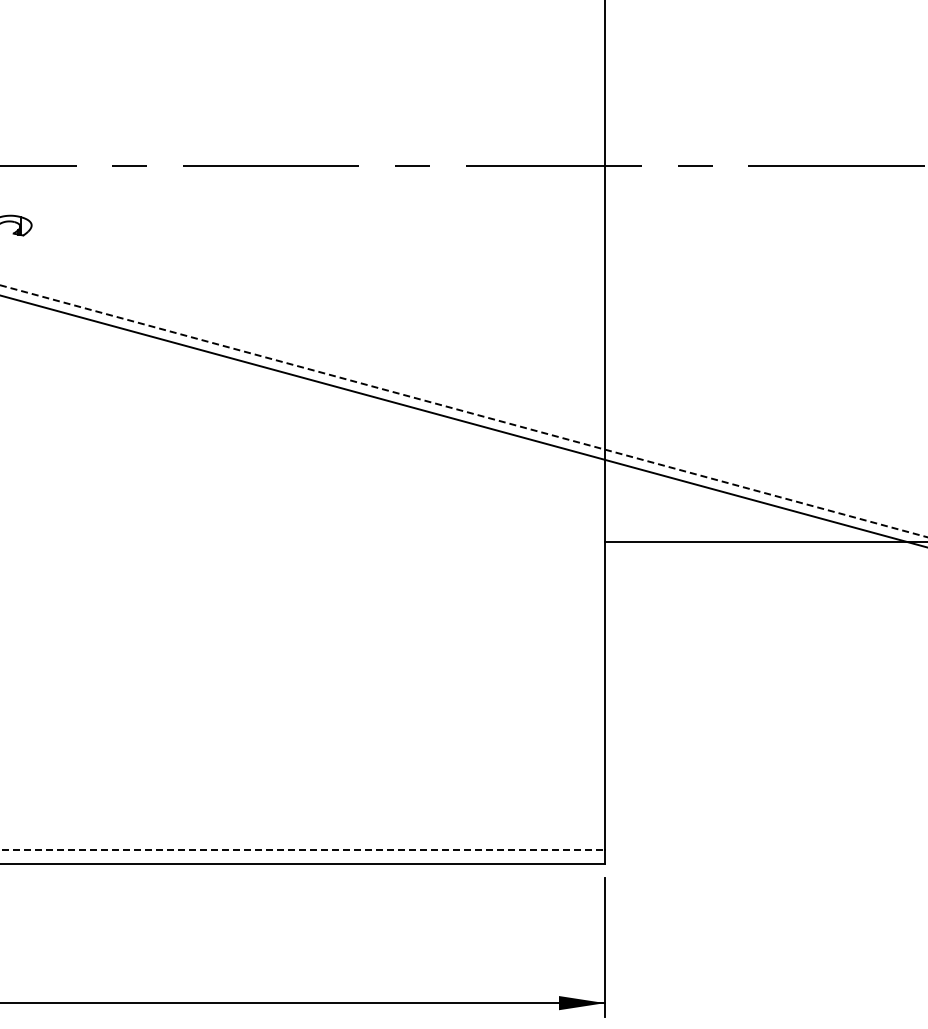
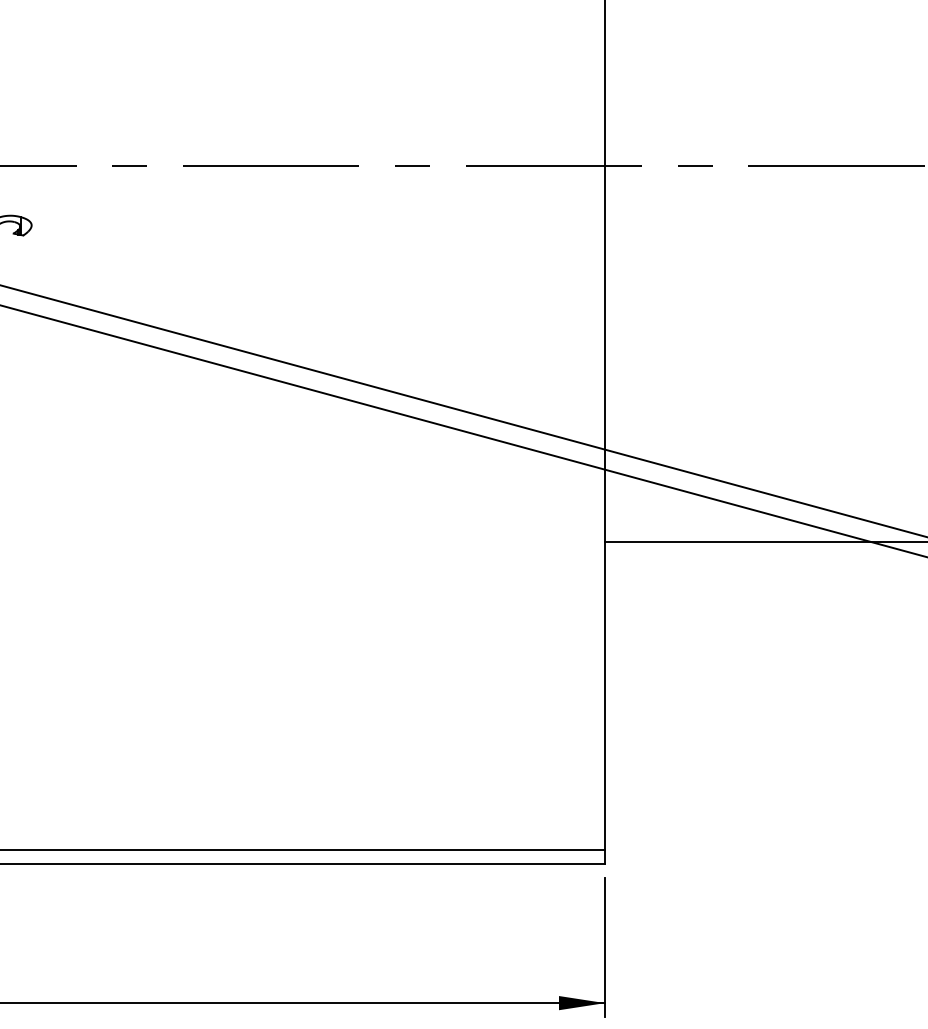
line at (464, 411): dashed -> solid
line at (463, 421) position: (463, 421) -> (463, 430)
line at (303, 849): dashed -> solid
